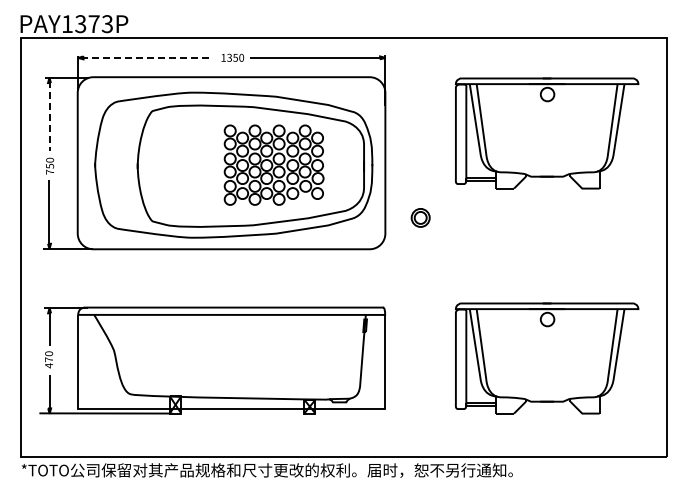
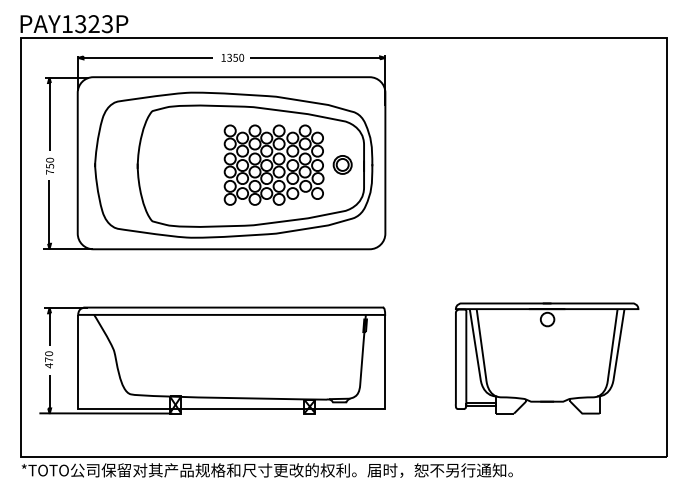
text at (93, 23): PAY1373P -> PAY1323P
line at (147, 57): dashed -> solid
line at (49, 116): dashed -> solid
part at (546, 133): present -> none
part at (420, 217) position: (420, 217) -> (342, 164)
